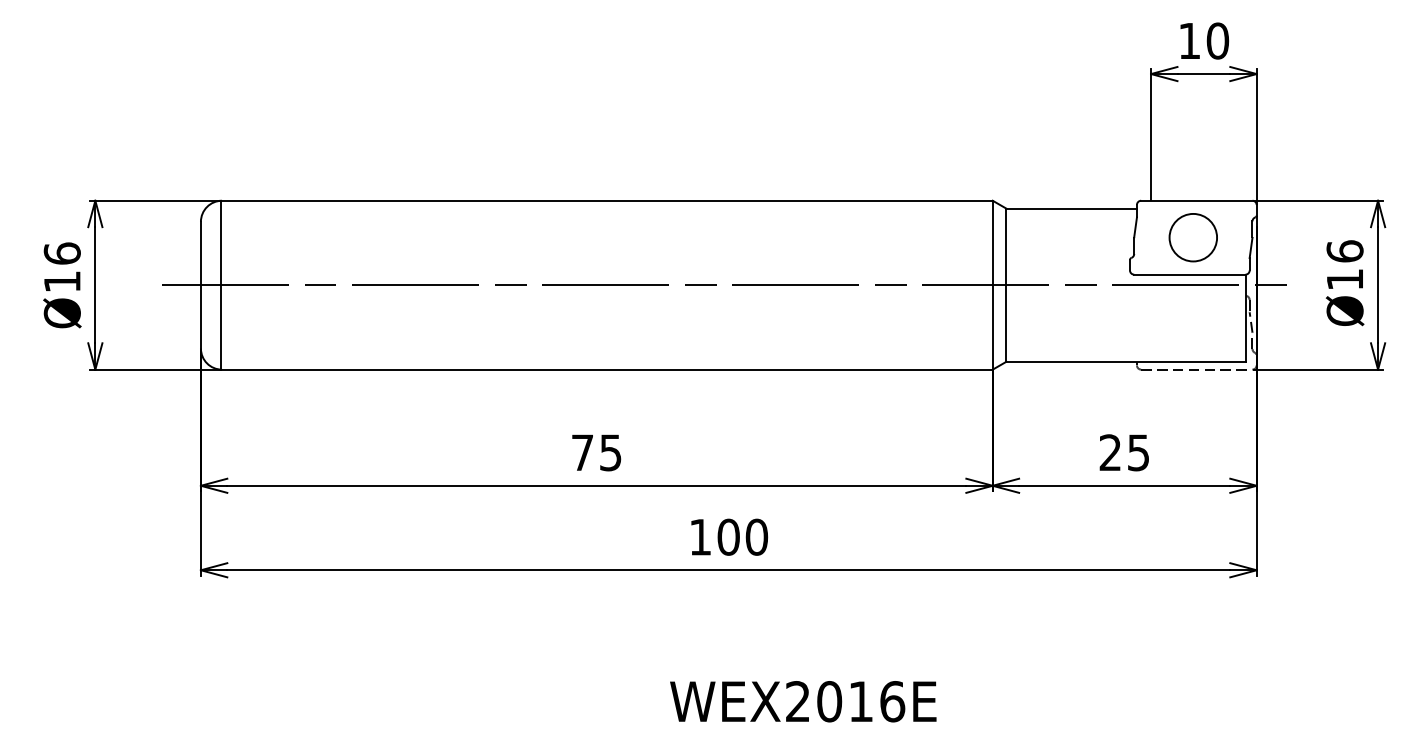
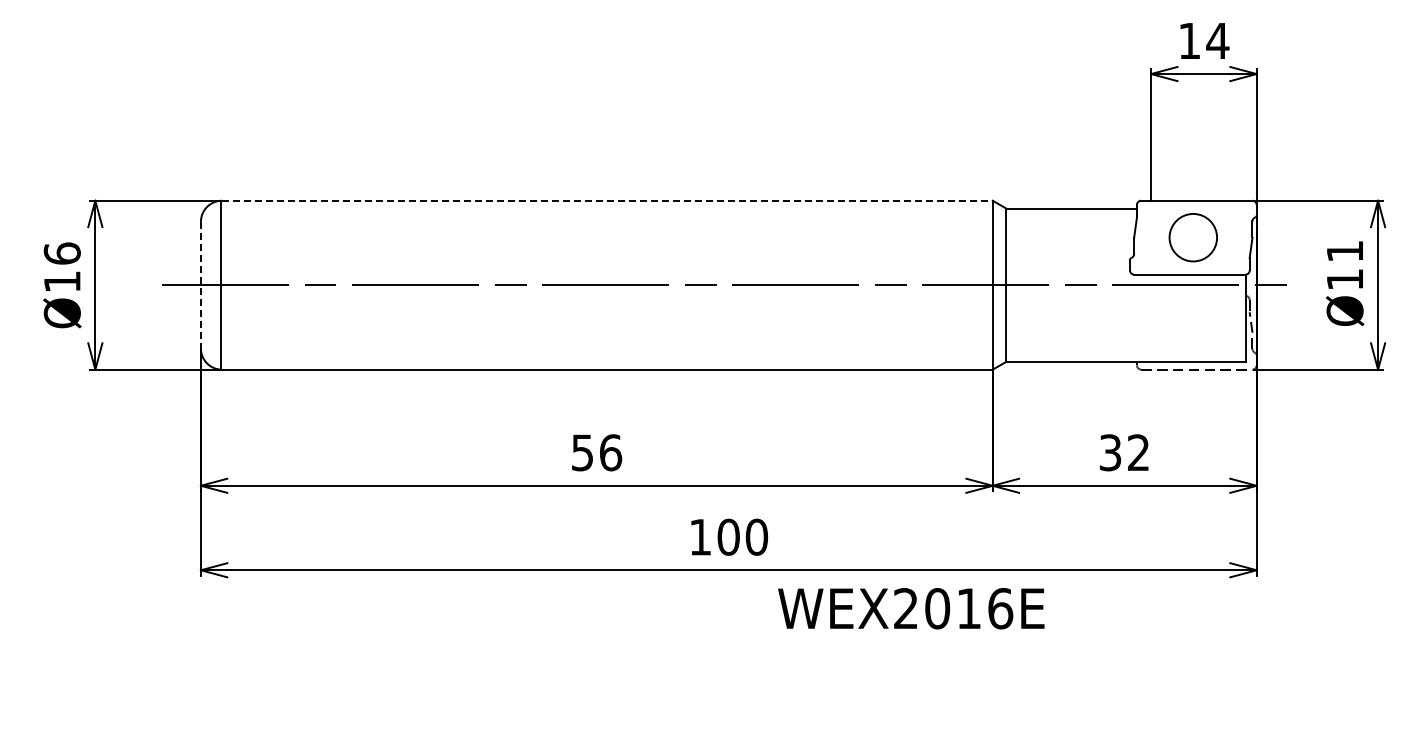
text at (1217, 40): 10 -> 14
line at (607, 200): solid -> dashed
text at (1344, 251): Ø16 -> Ø11
line at (200, 285): solid -> dashed
text at (597, 452): 75 -> 56
text at (1123, 452): 25 -> 32
text at (803, 701) position: (803, 701) -> (911, 608)
